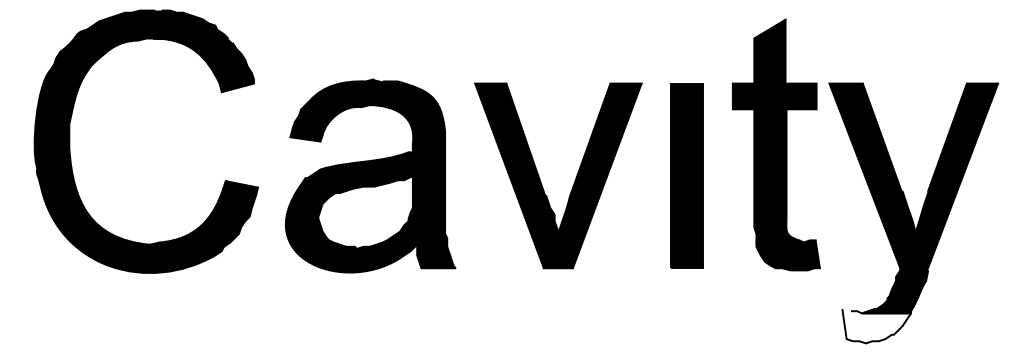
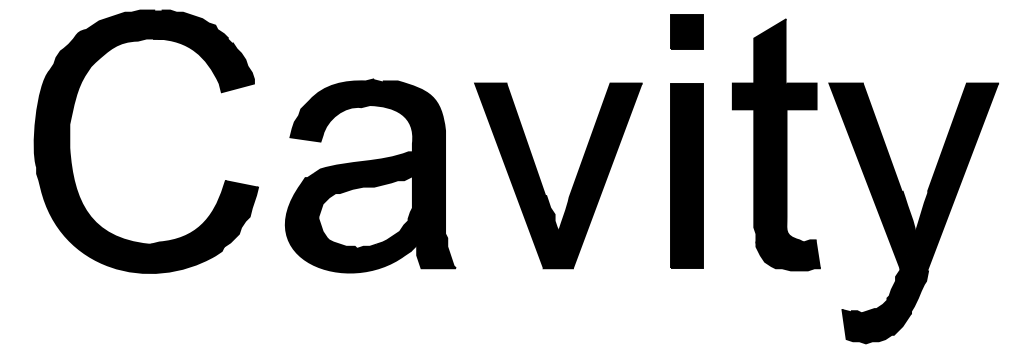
part at (686, 31): none -> present
fill at (876, 326): none -> present
